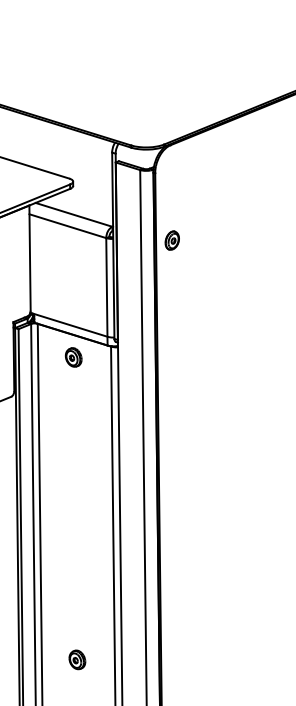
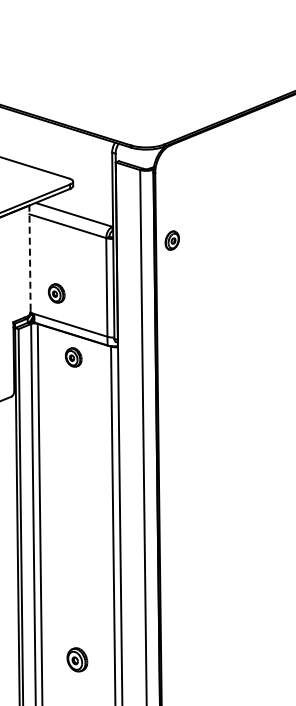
line at (30, 258): solid -> dashed
part at (56, 293): none -> present
part at (77, 659) size: 19x22 px -> 23x26 px
